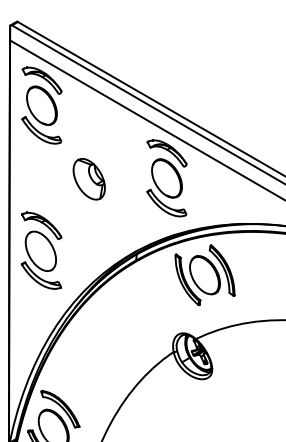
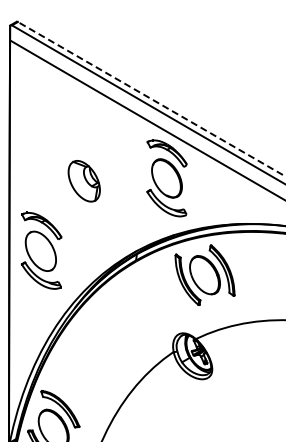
line at (151, 99): solid -> dashed
part at (41, 105): present -> none
part at (88, 179) position: (88, 179) -> (83, 181)
